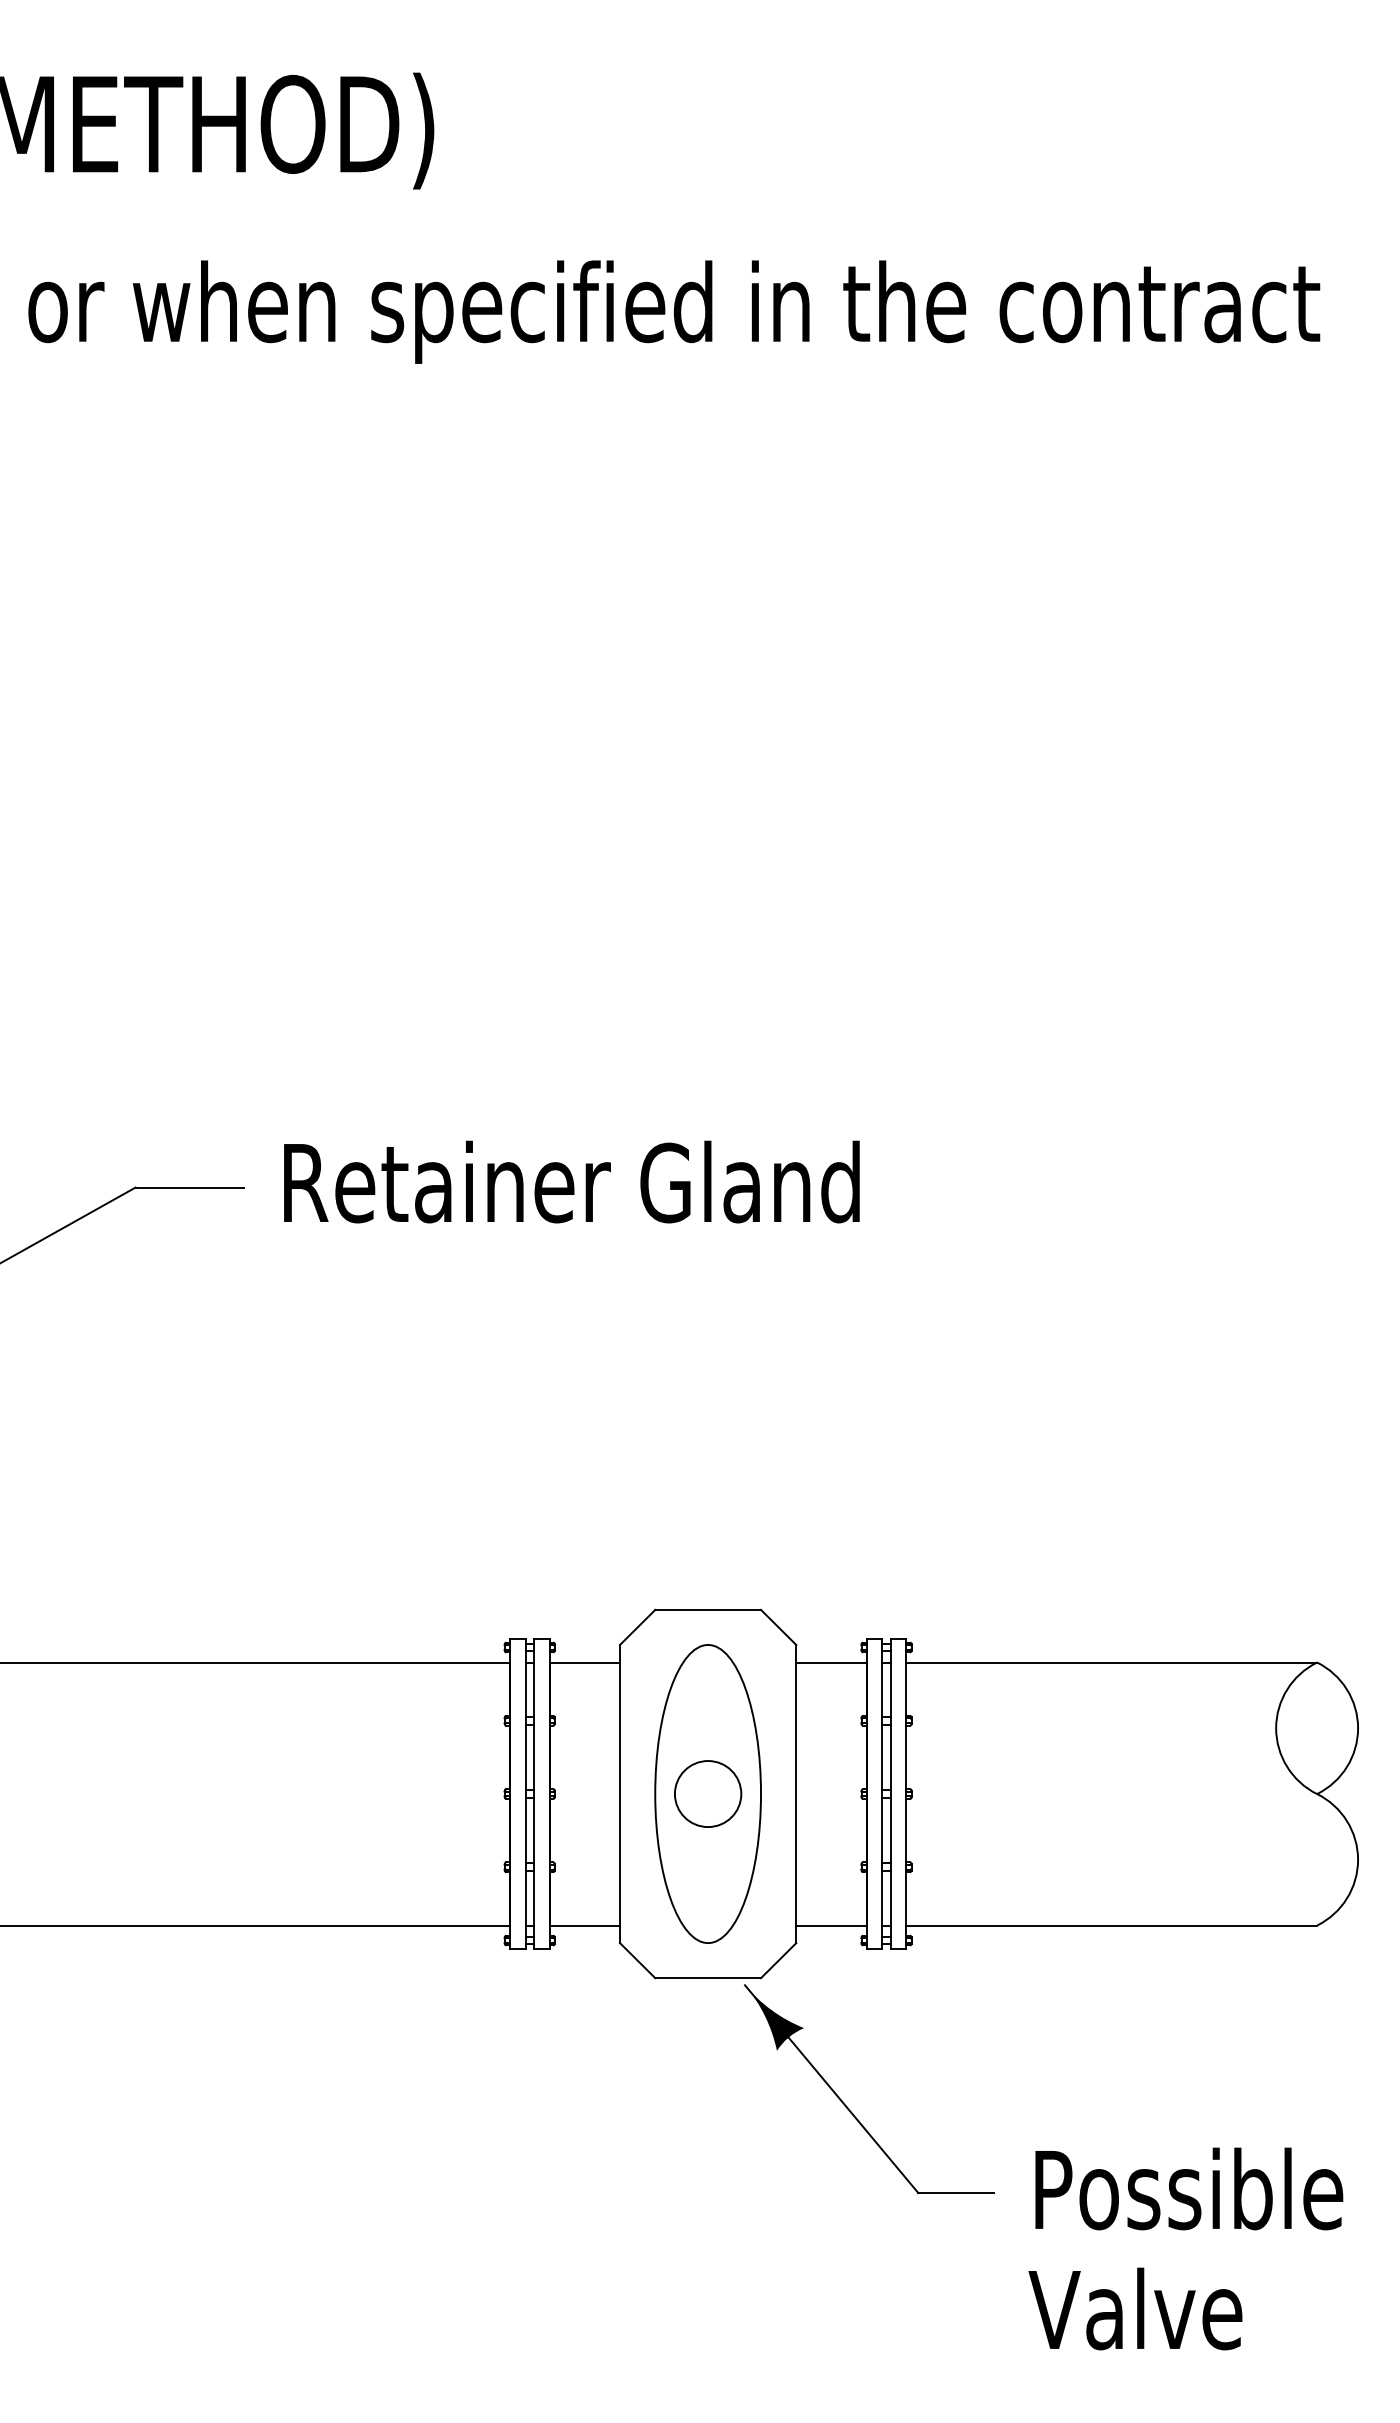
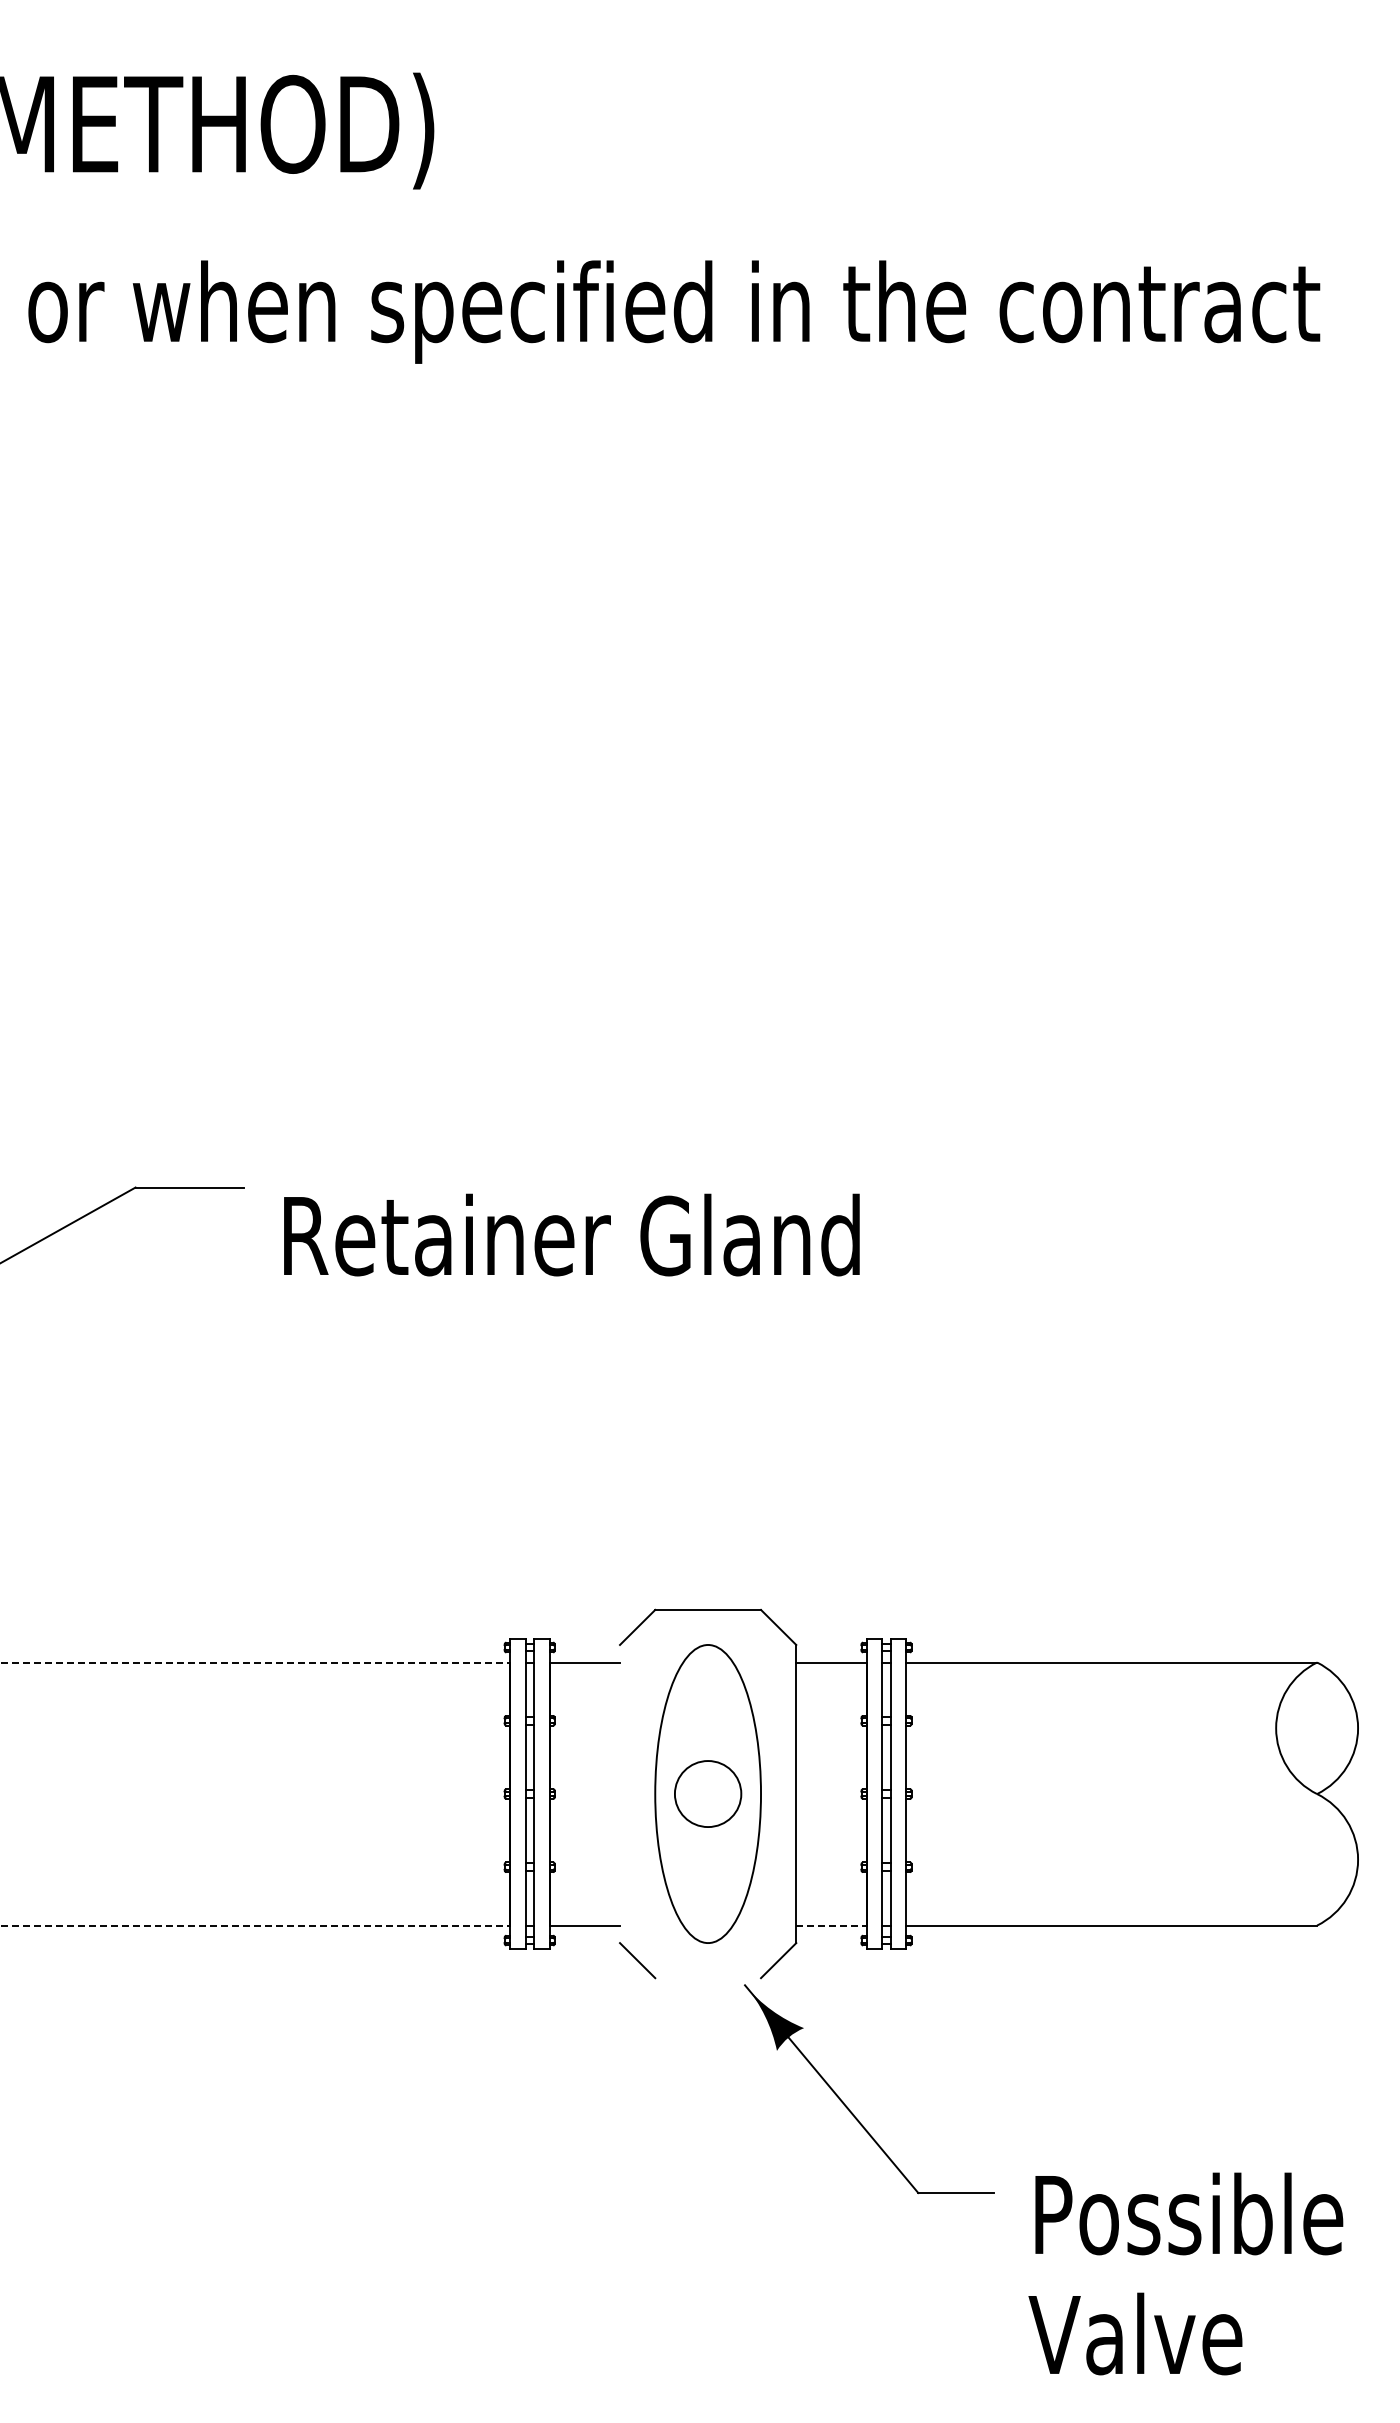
text at (571, 1181) position: (571, 1181) -> (571, 1234)
line at (255, 1662): solid -> dashed
line at (620, 1793): present -> none
line at (255, 1925): solid -> dashed
line at (832, 1925): solid -> dashed
line at (708, 1978): present -> none
text at (1185, 2248) position: (1185, 2248) -> (1185, 2273)
